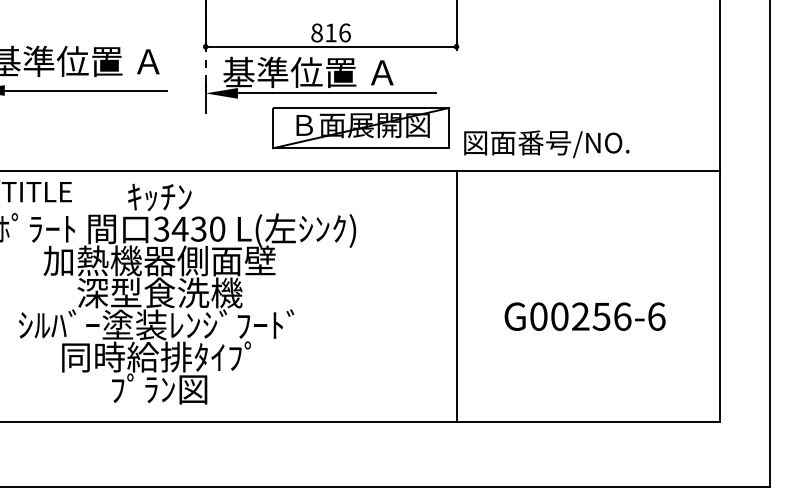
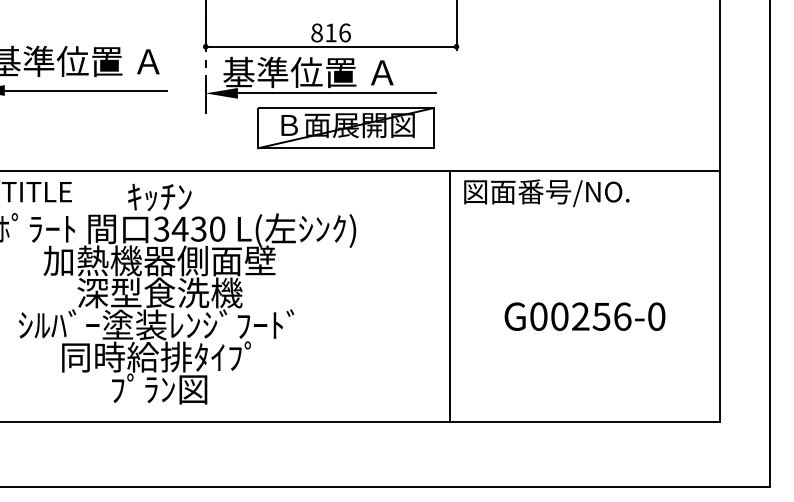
part at (360, 128) position: (360, 128) -> (345, 128)
text at (546, 144) position: (546, 144) -> (546, 193)
line at (456, 296) position: (456, 296) -> (449, 296)
text at (656, 316): G00256-6 -> G00256-0
